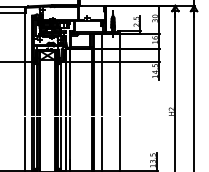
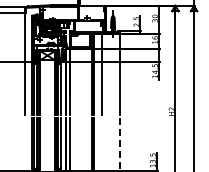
line at (25, 142): present -> none
line at (102, 142): present -> none
line at (119, 144): solid -> dashed
